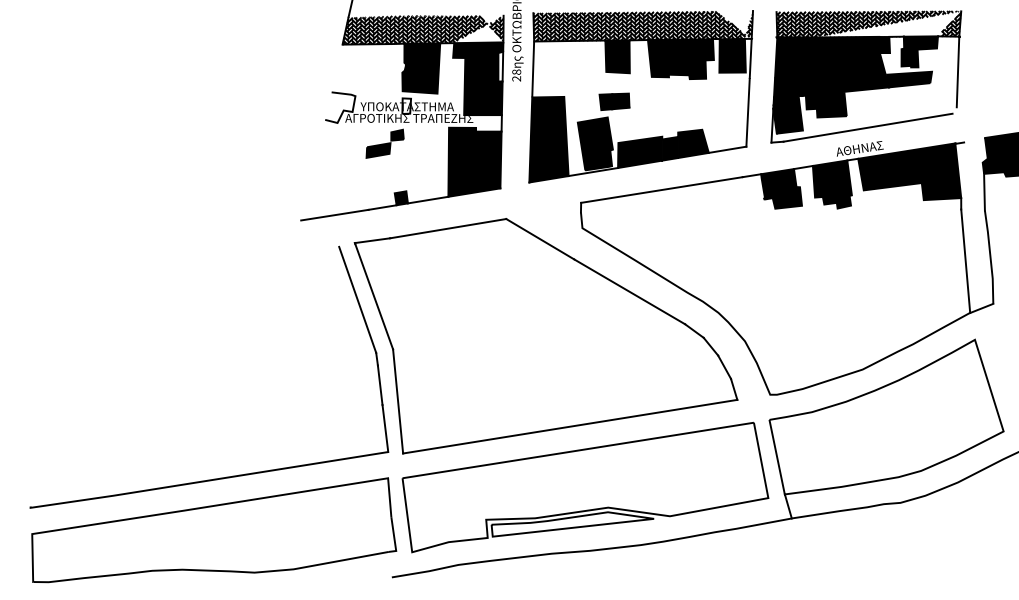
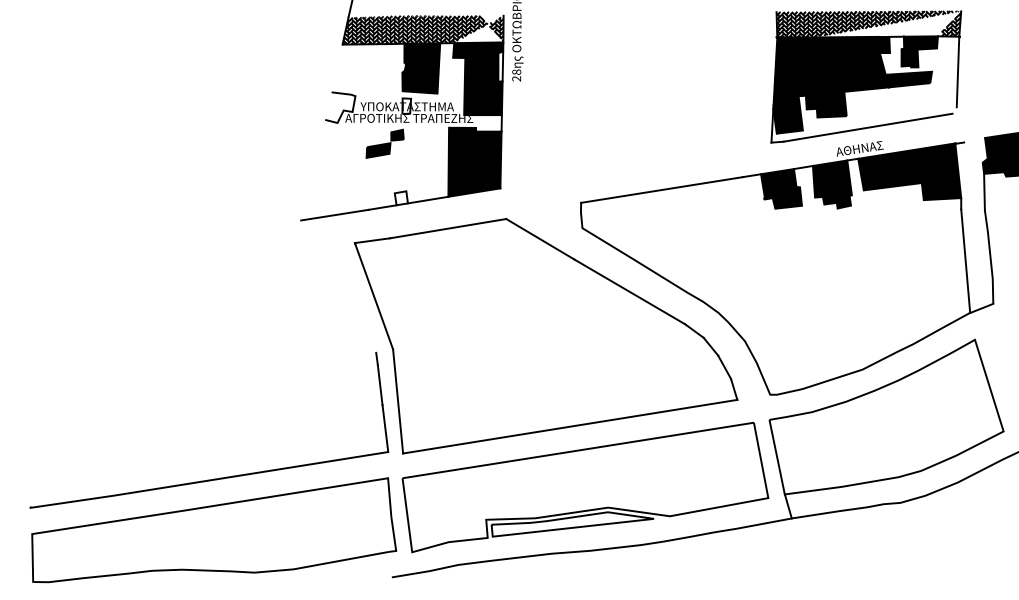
part at (640, 96): present -> none
fill at (400, 198): present -> none
line at (357, 299): present -> none
